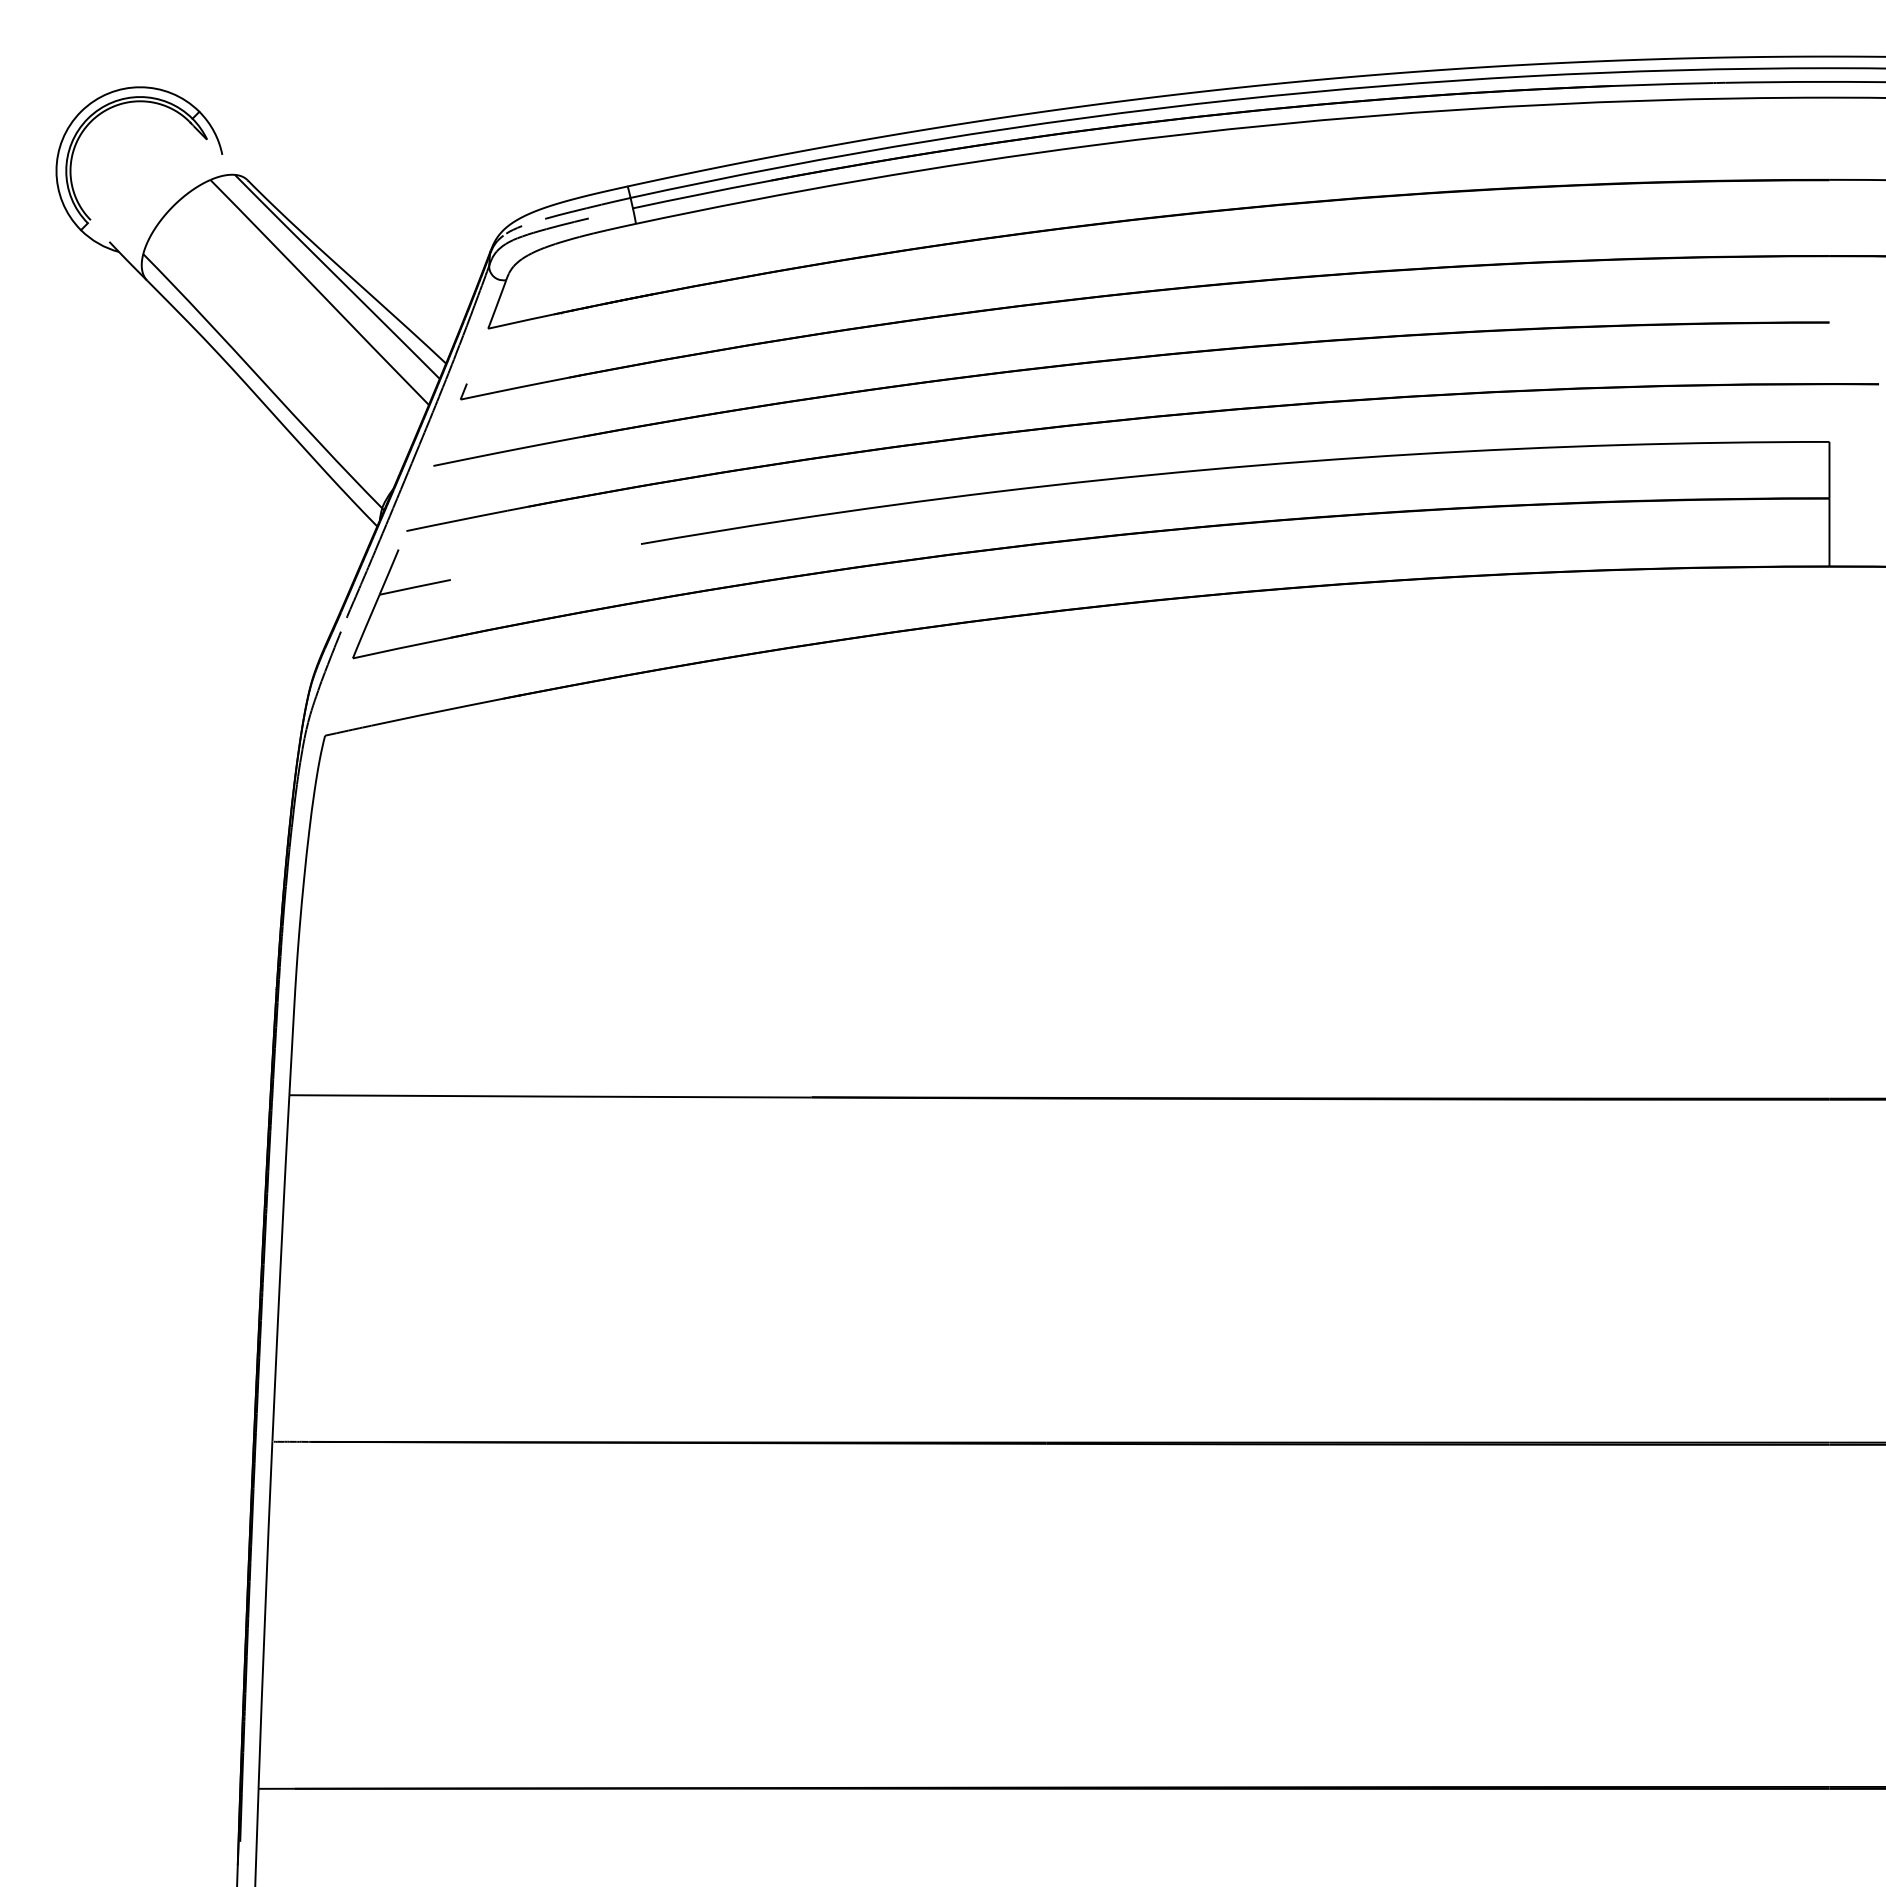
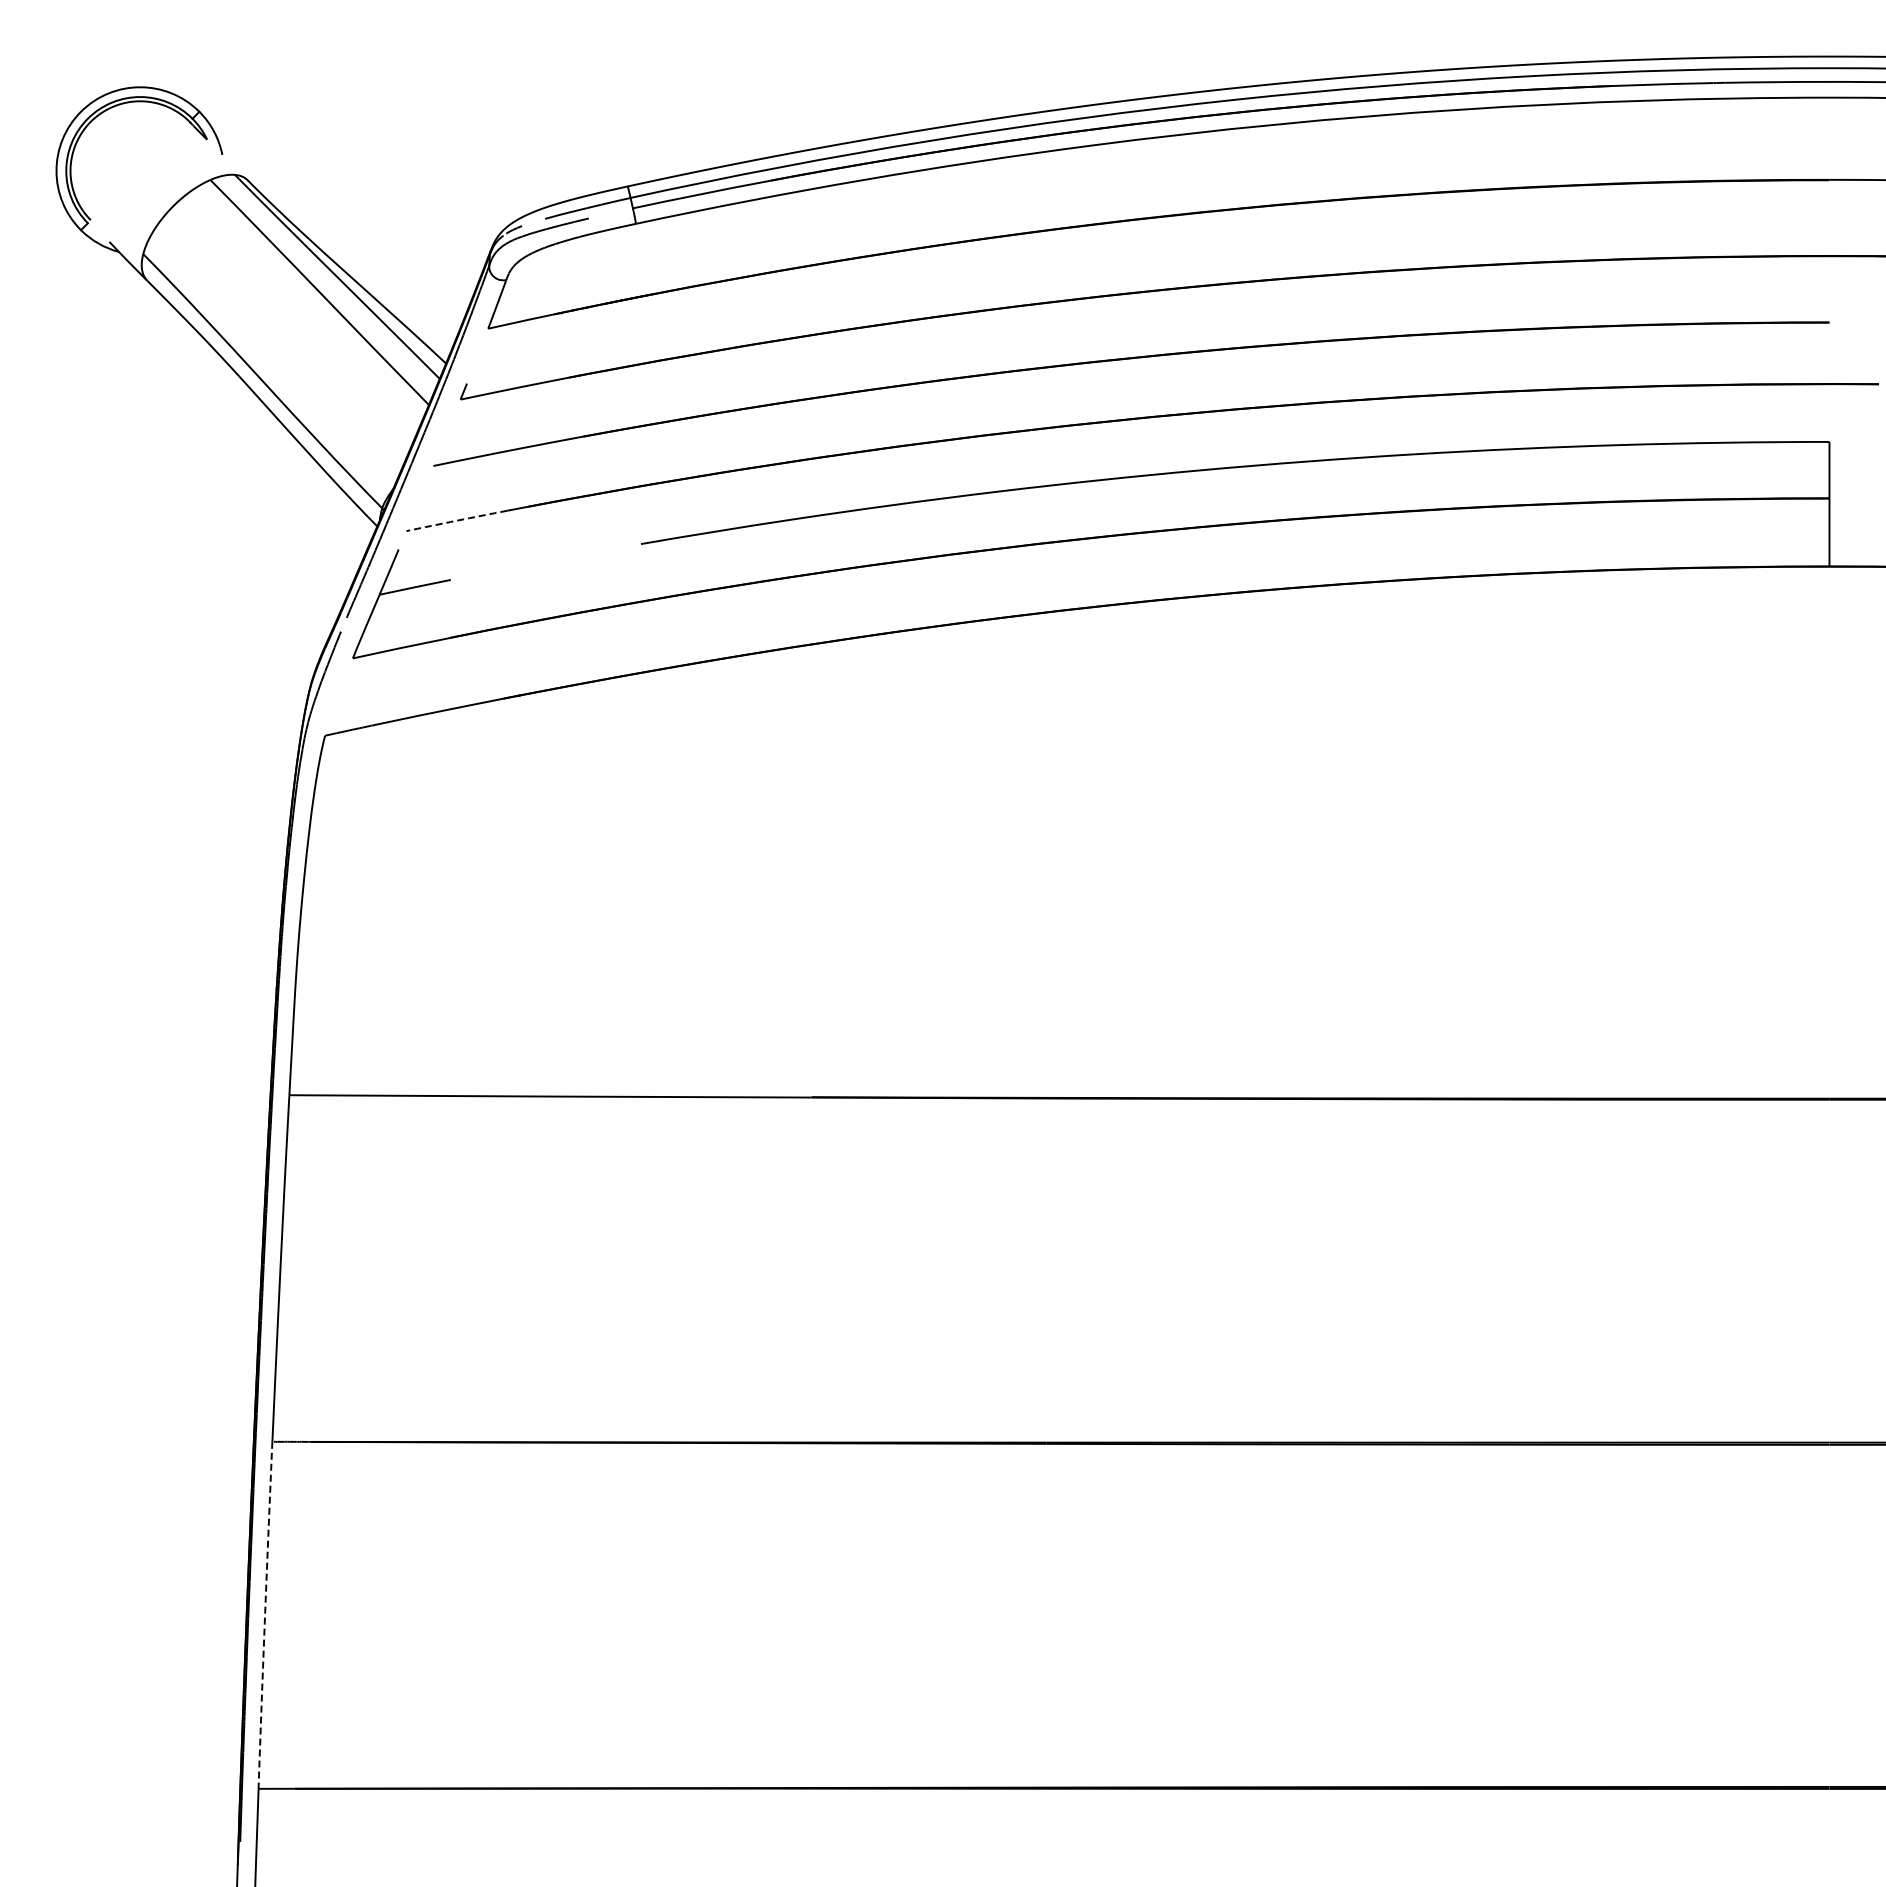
arc at (456, 520): solid -> dashed
arc at (265, 1615): solid -> dashed
